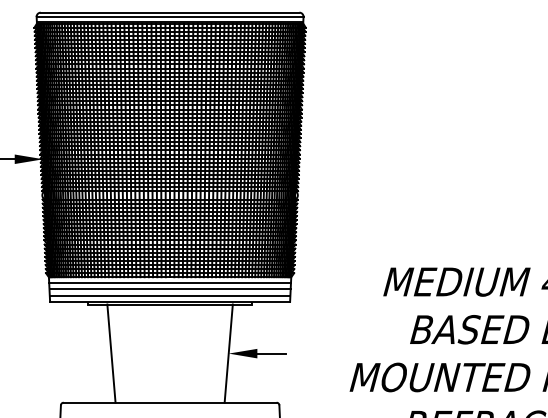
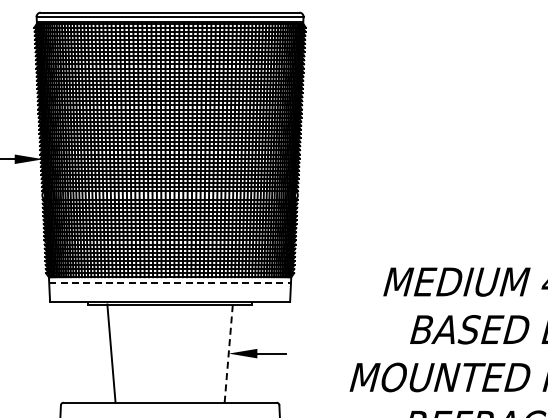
line at (170, 282): solid -> dashed
line at (169, 289): present -> none
line at (169, 296): present -> none
line at (228, 353): solid -> dashed
